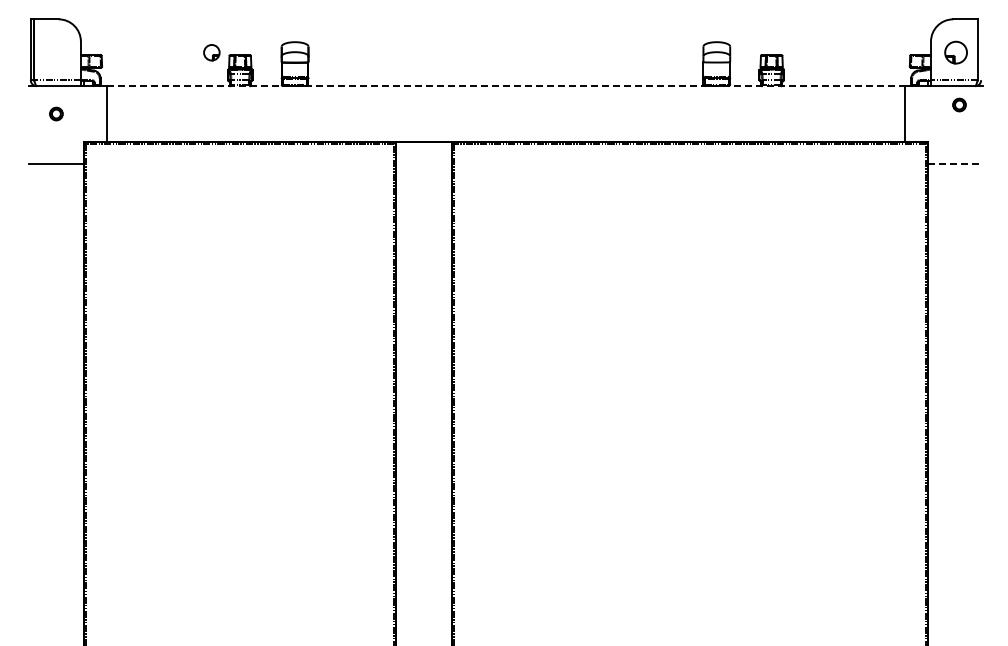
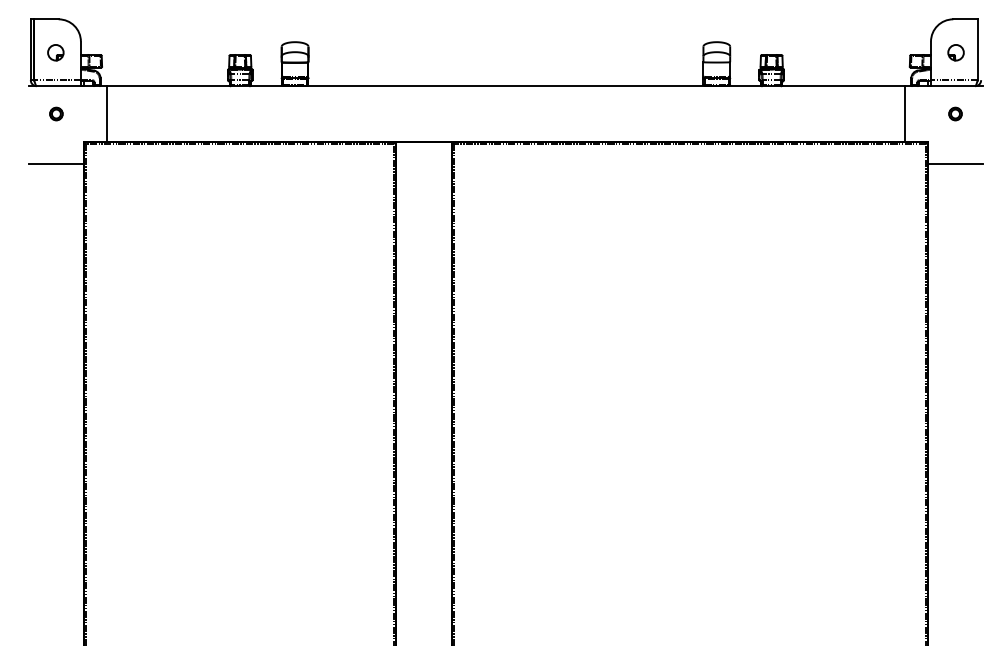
part at (211, 52) position: (211, 52) -> (55, 52)
part at (955, 52) size: 24x25 px -> 18x18 px
line at (506, 86): dashed -> solid
part at (959, 104) position: (959, 104) -> (955, 113)
line at (955, 164): dashed -> solid
